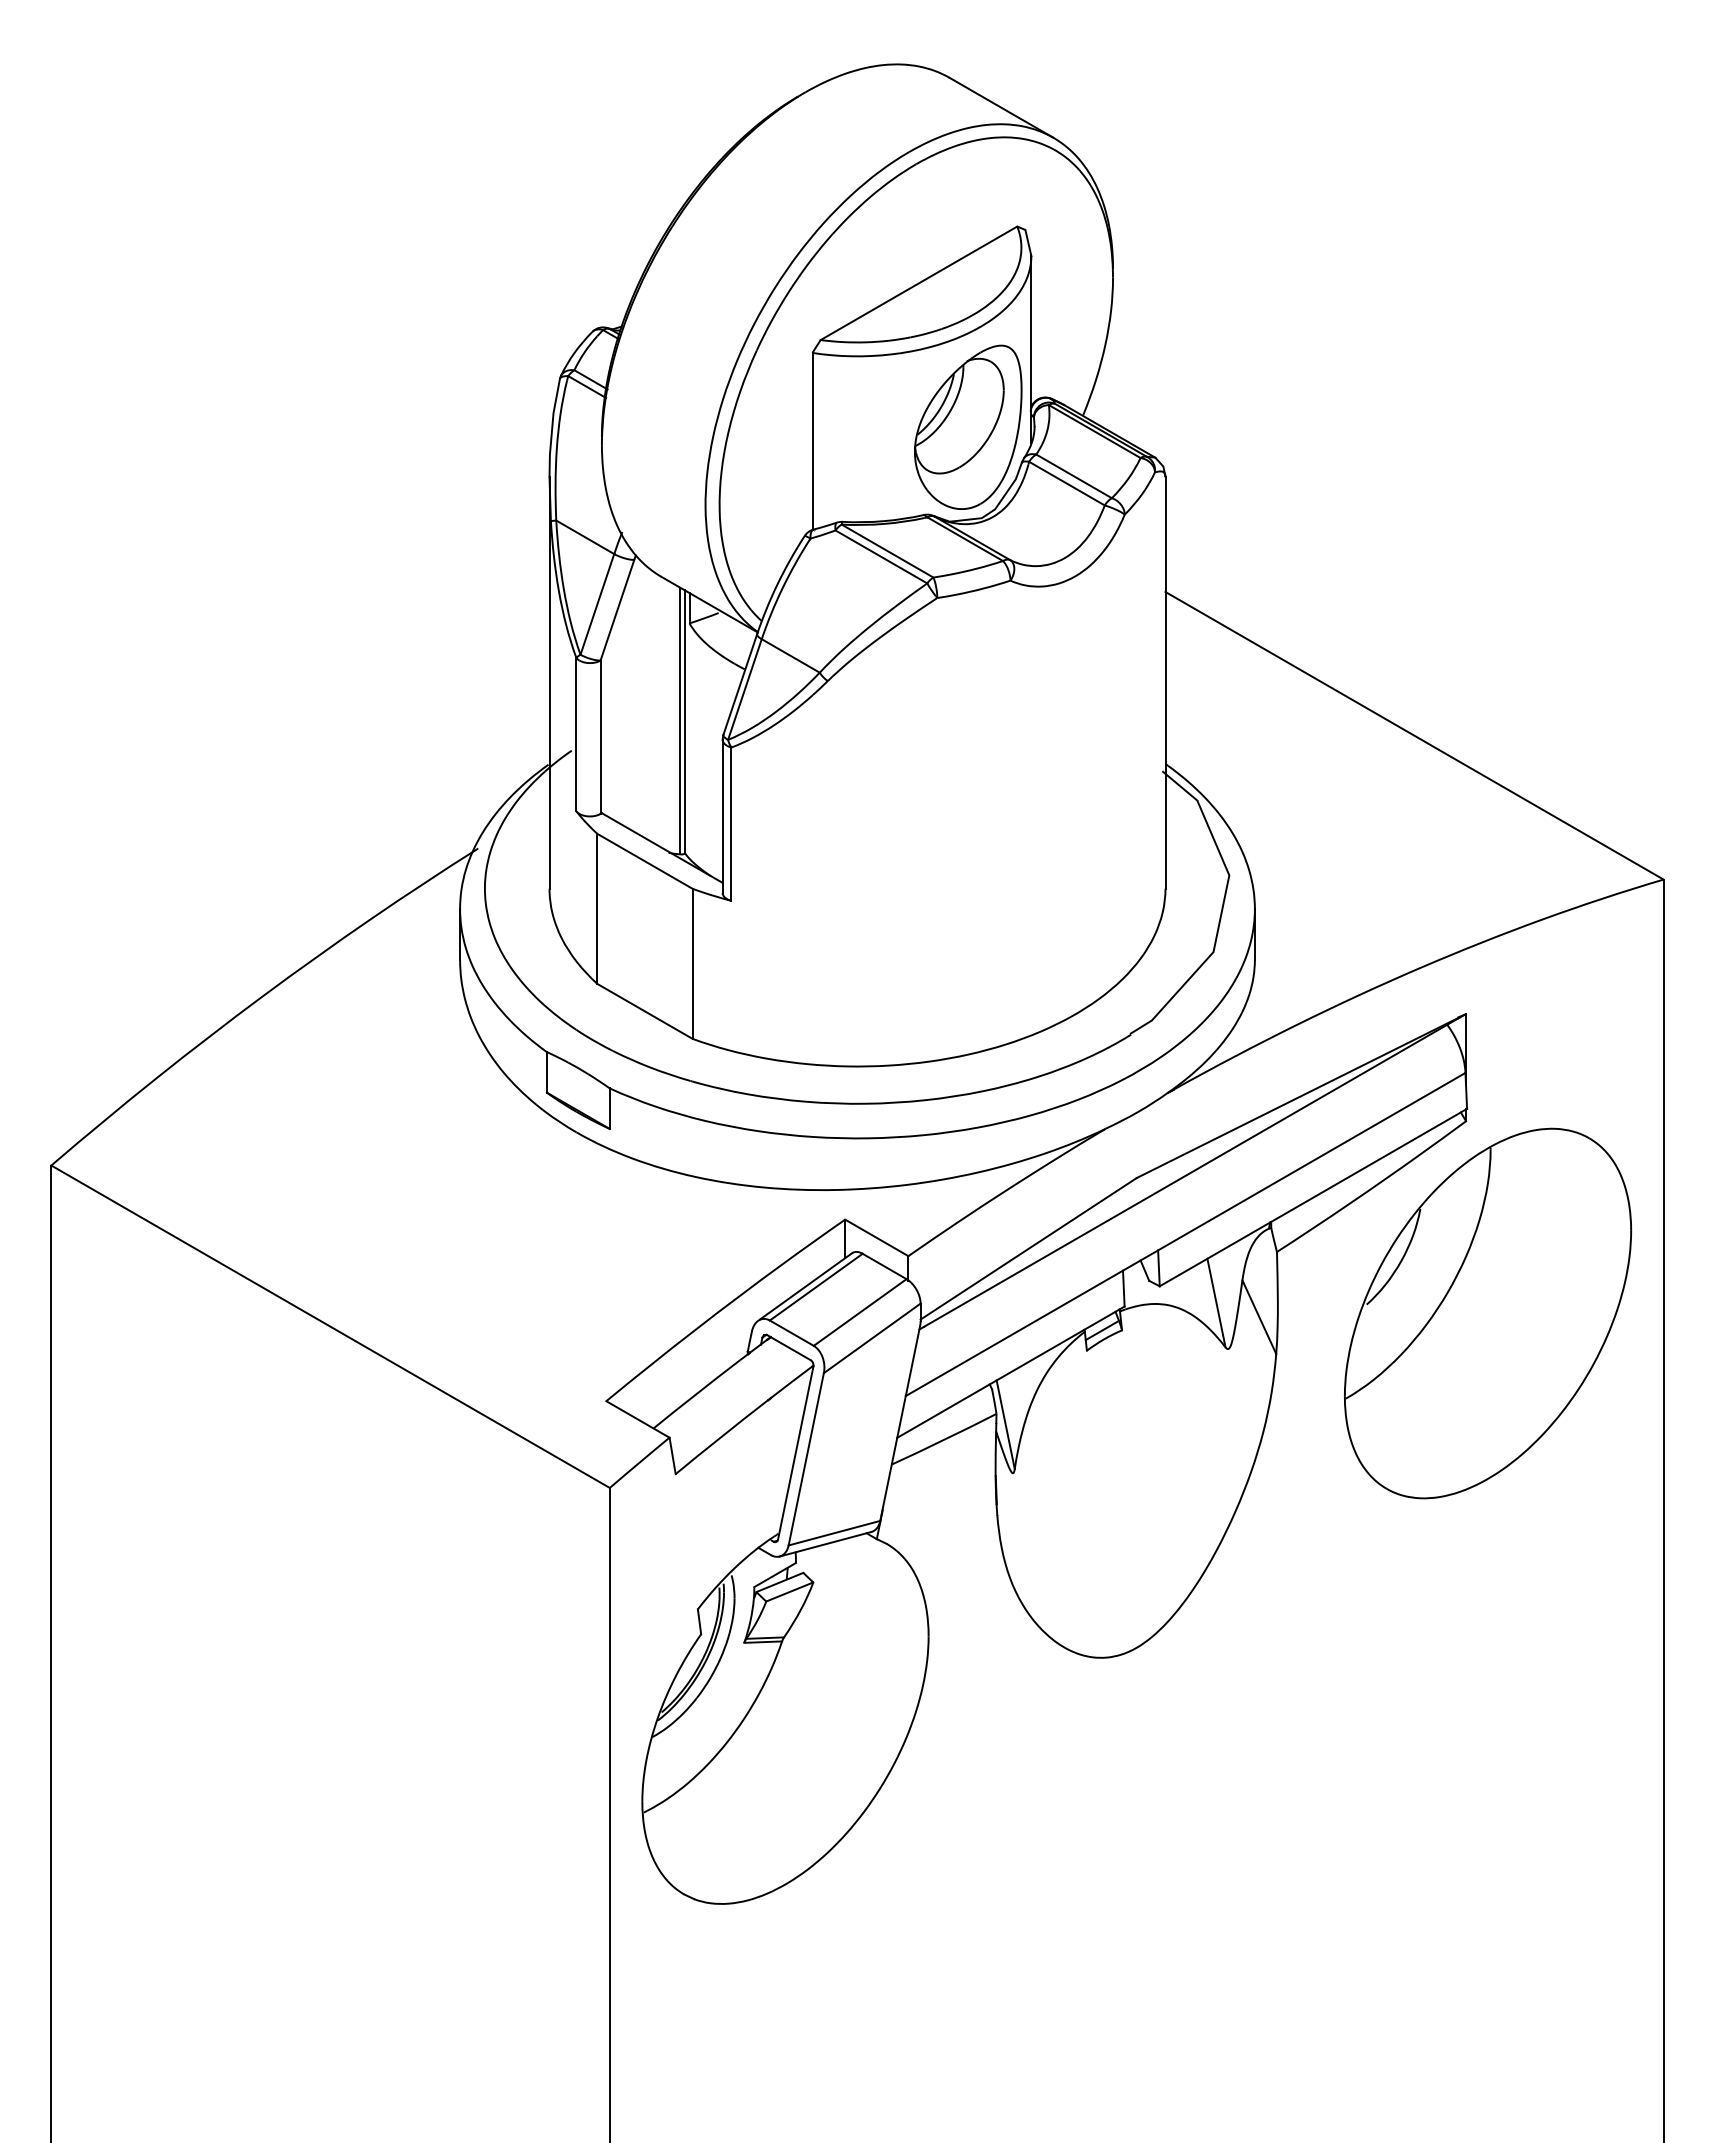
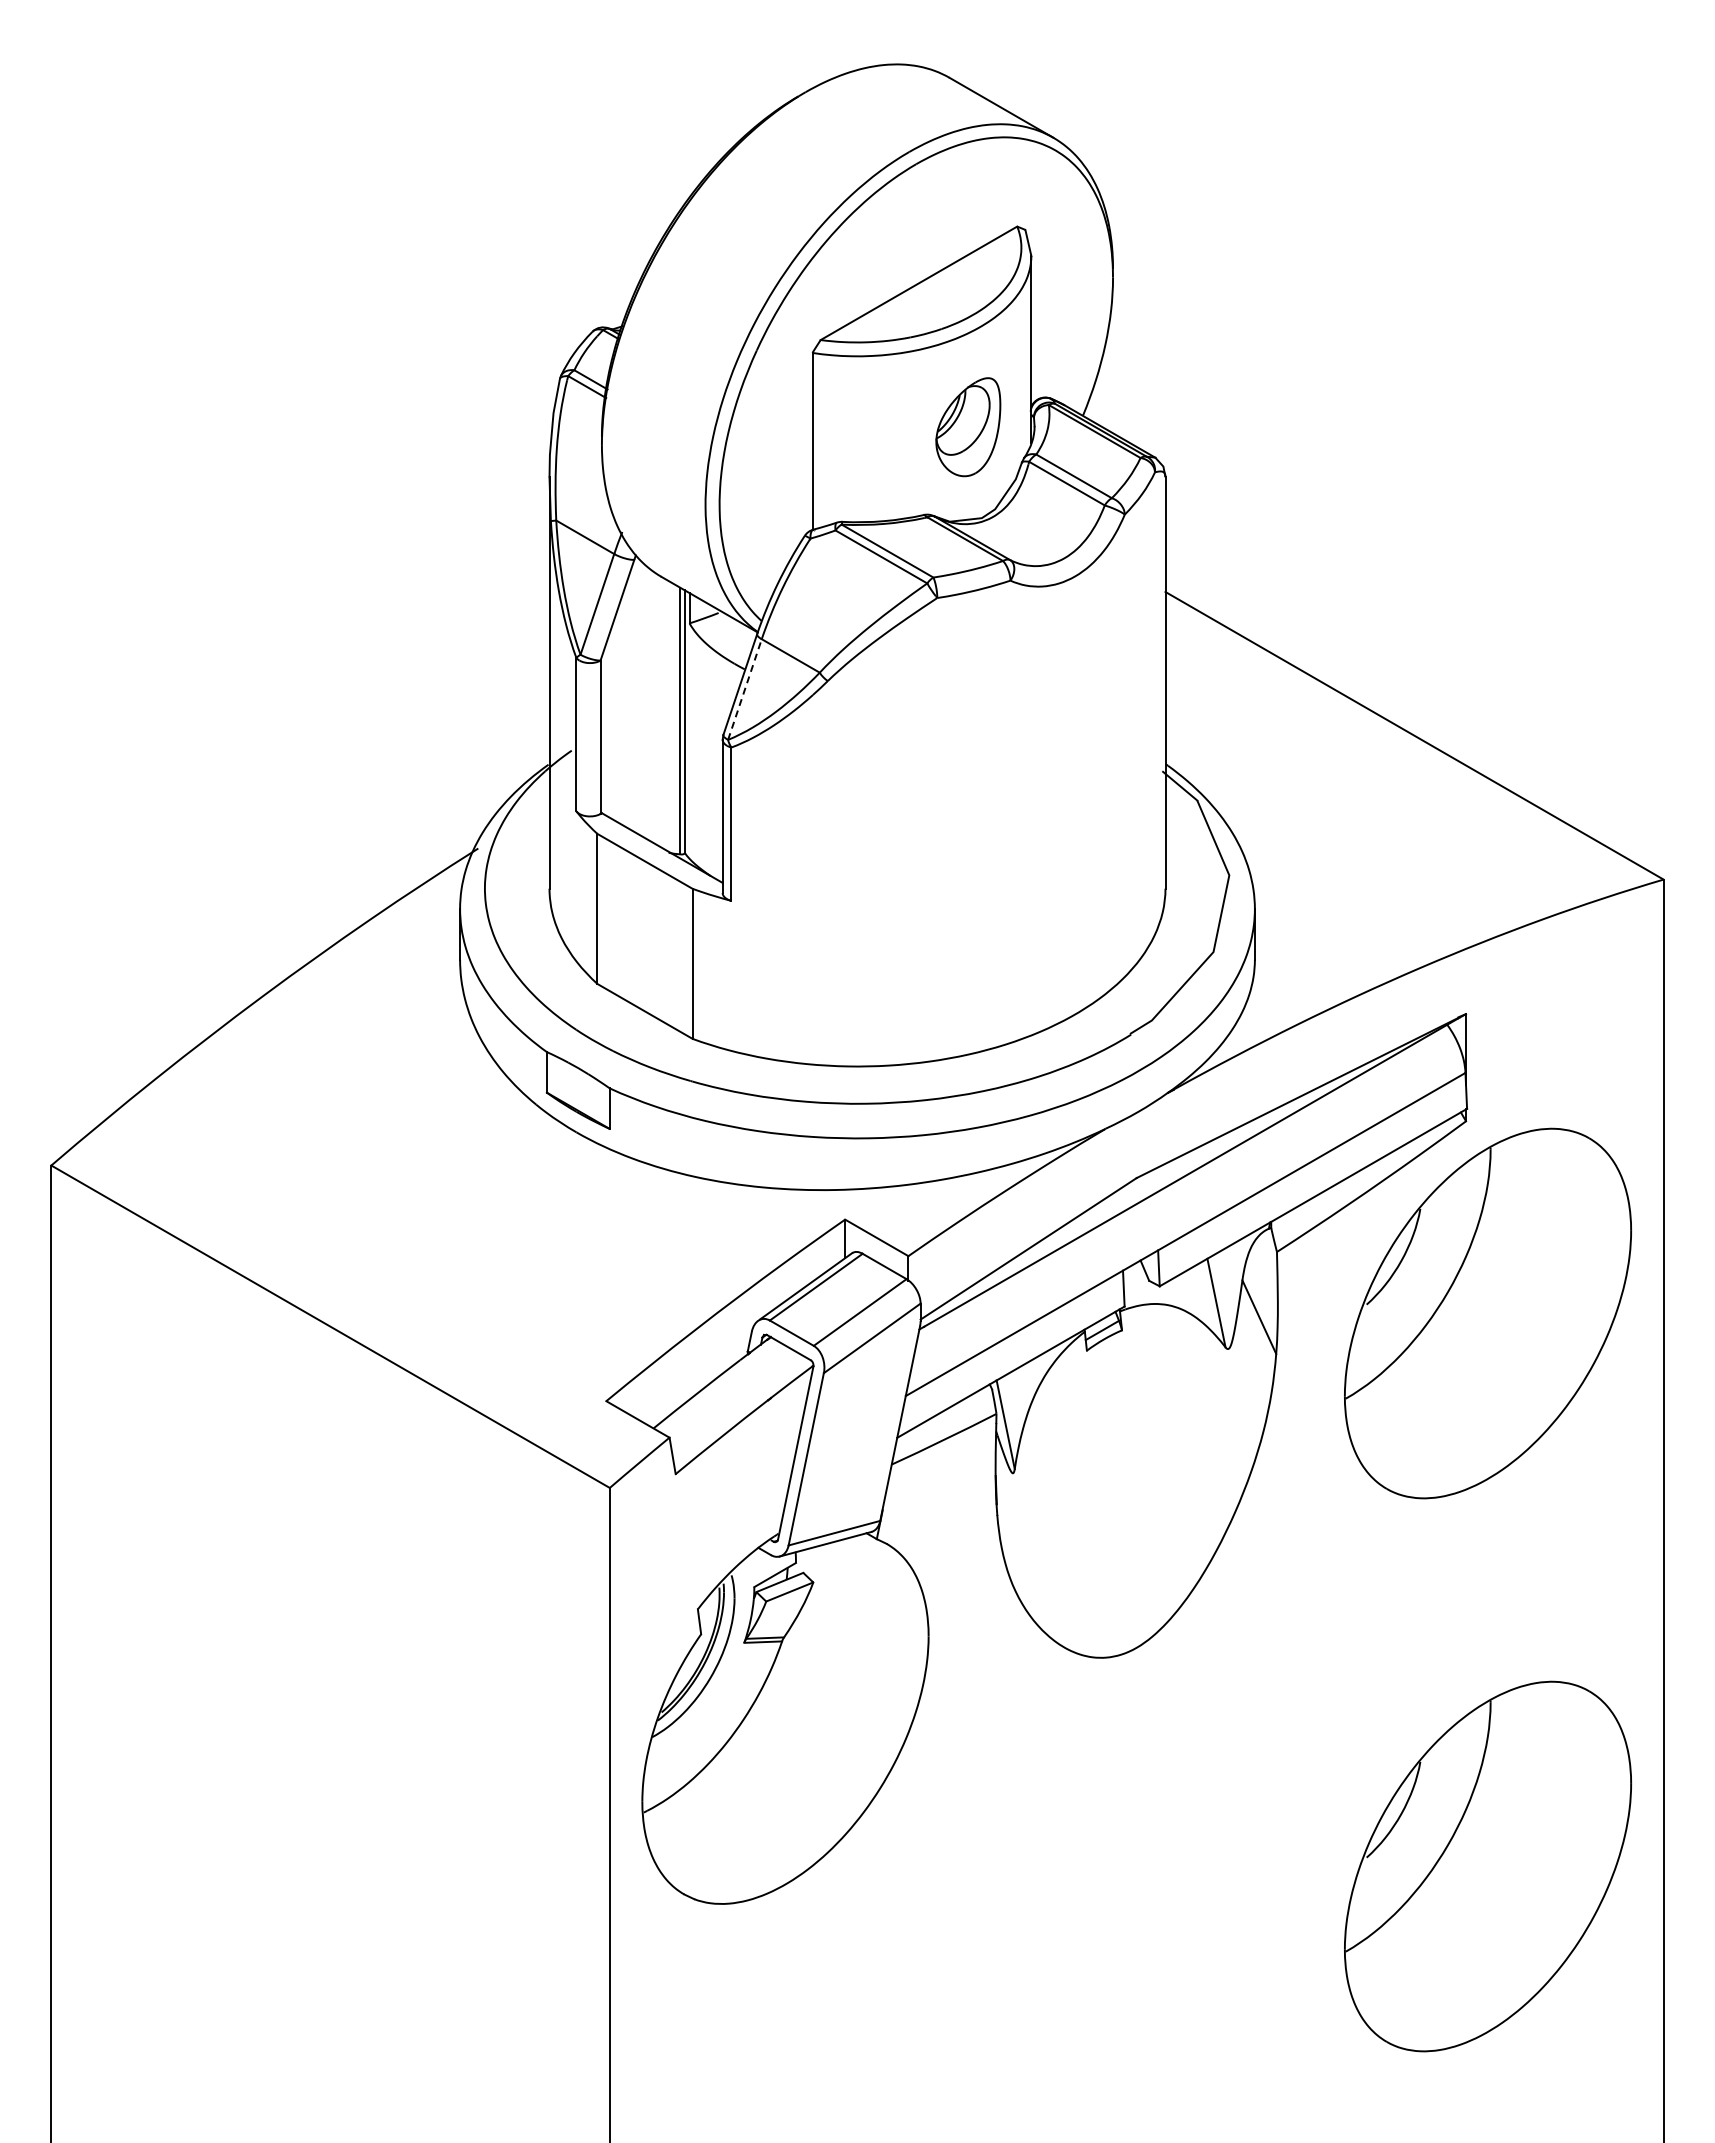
part at (968, 426) size: 109x166 px -> 67x101 px
line at (745, 689): solid -> dashed
part at (1487, 1866): none -> present
